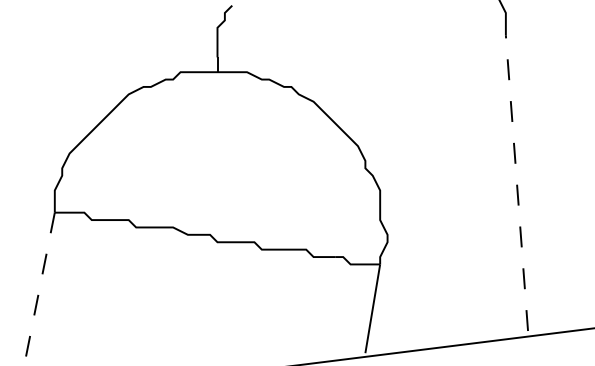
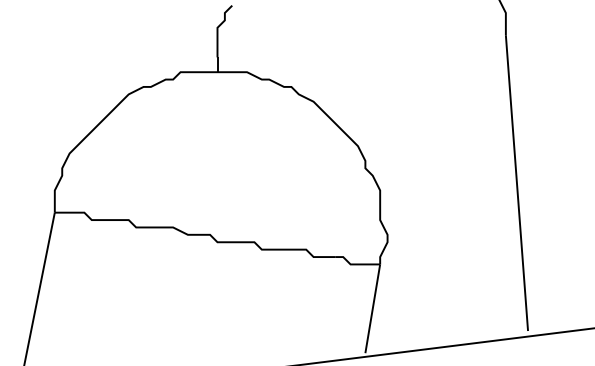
line at (516, 182): dashed -> solid
line at (39, 288): dashed -> solid
